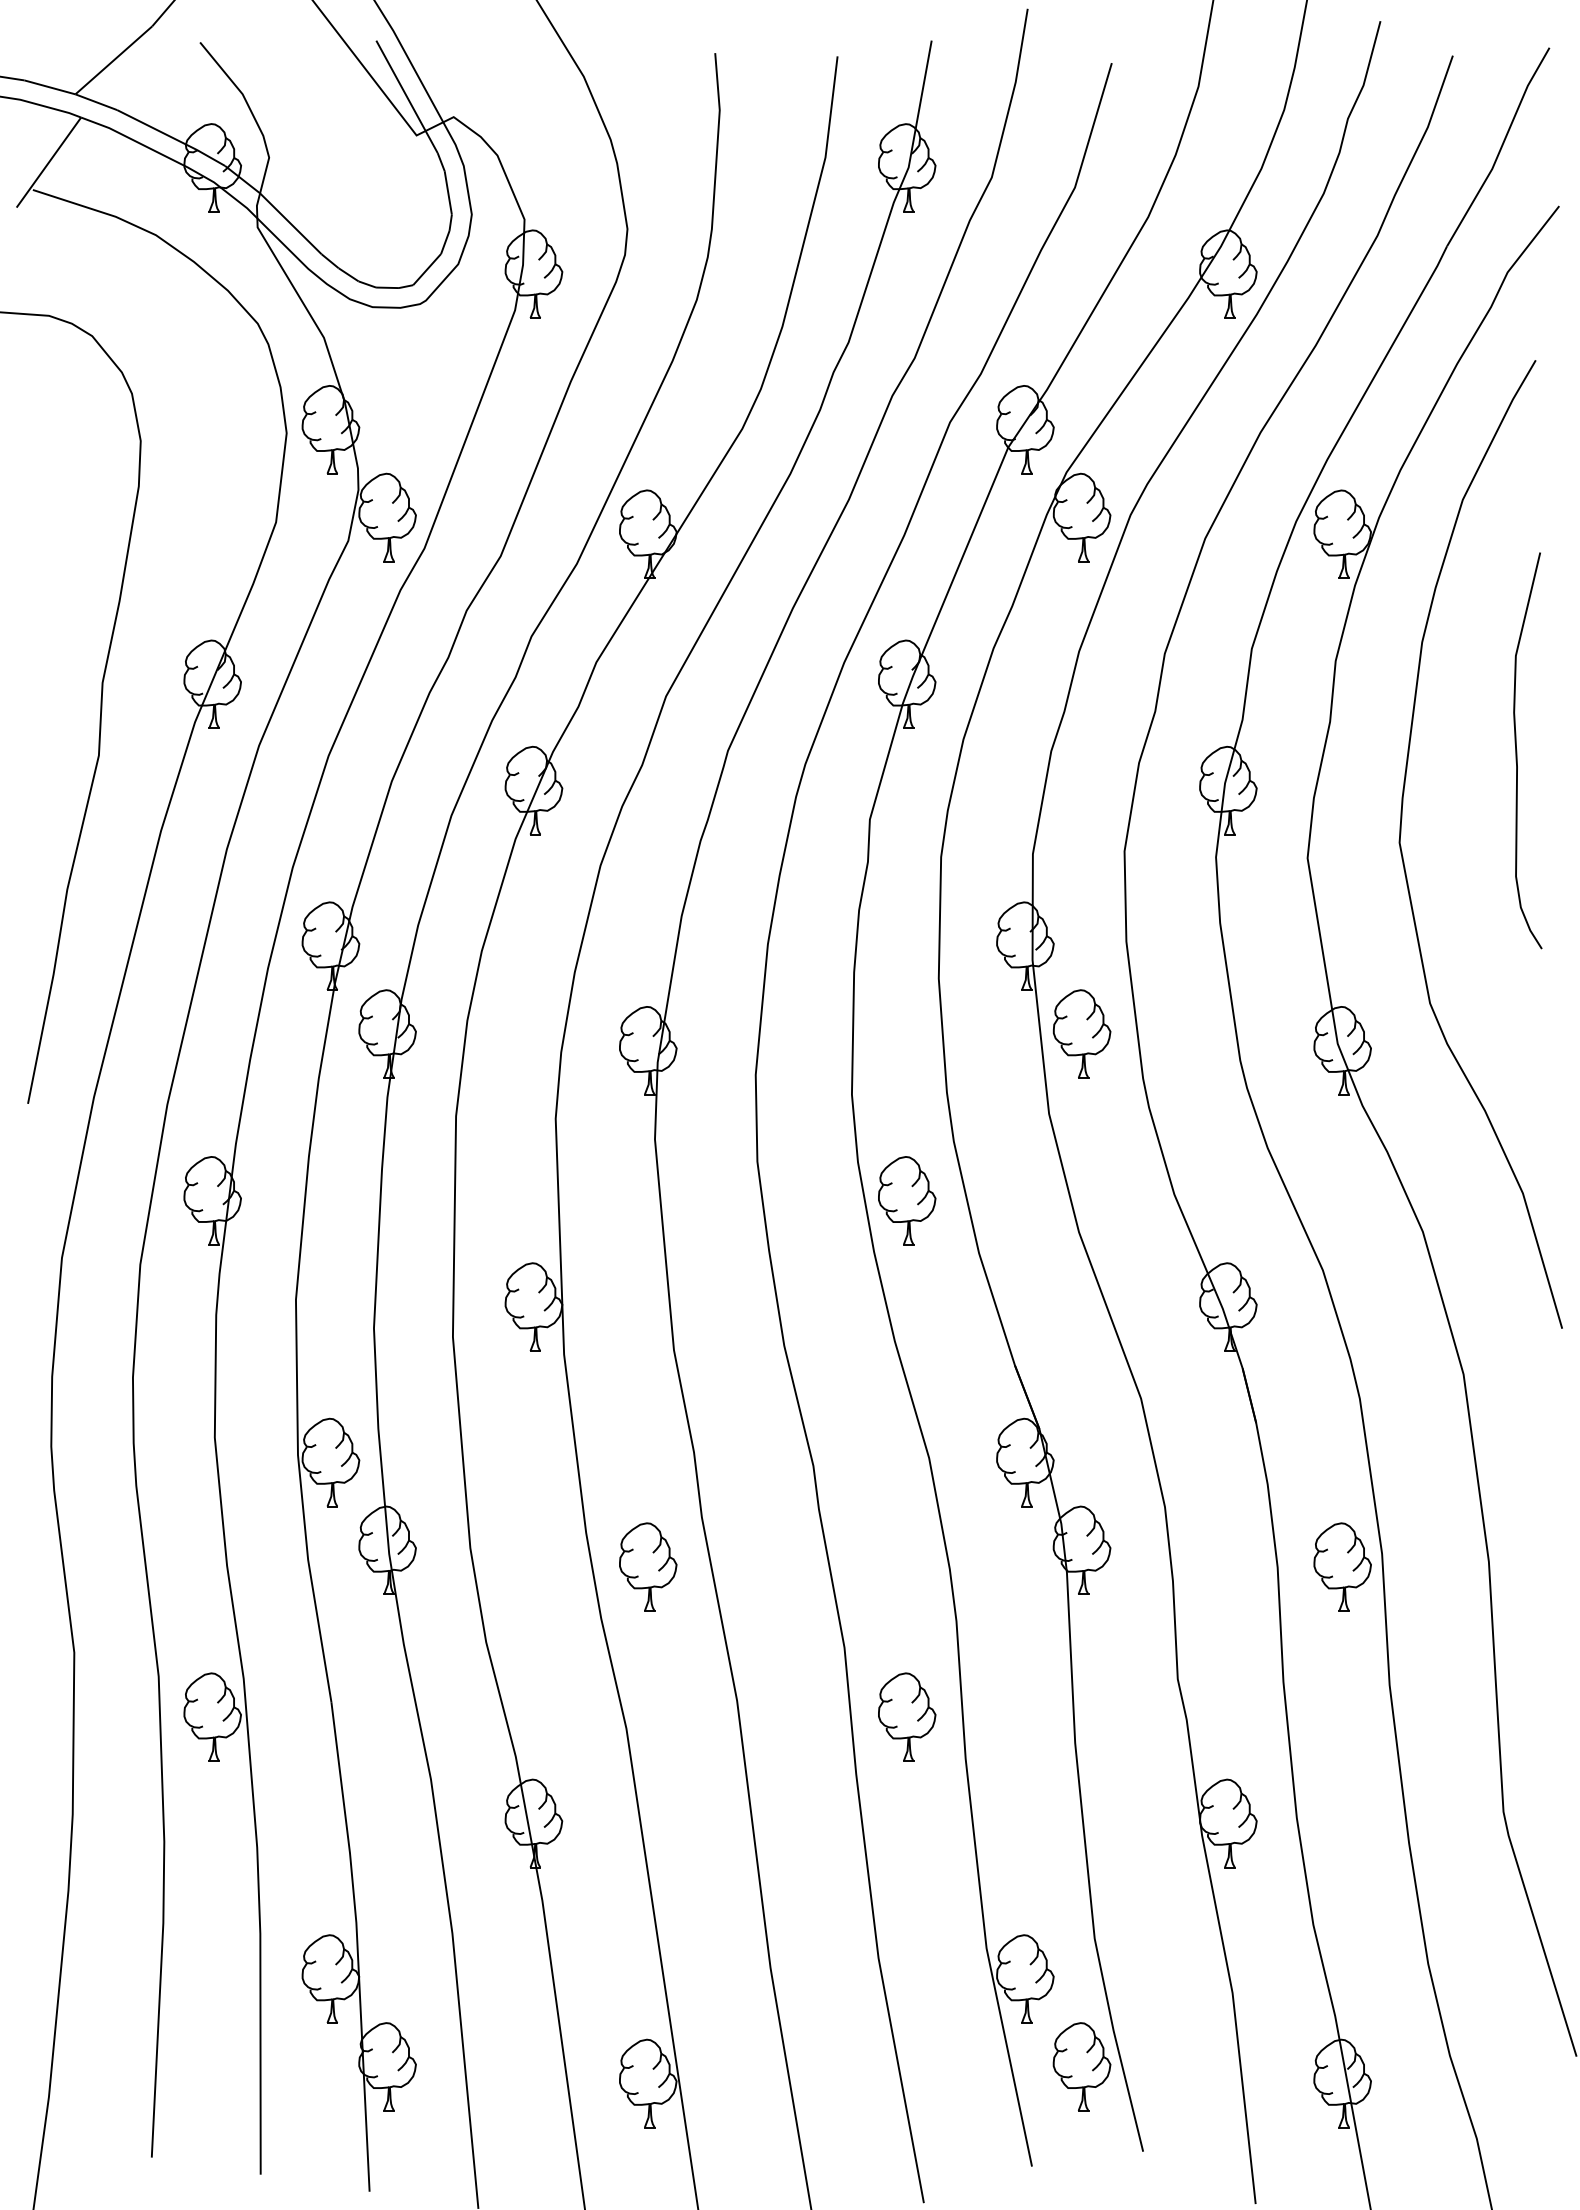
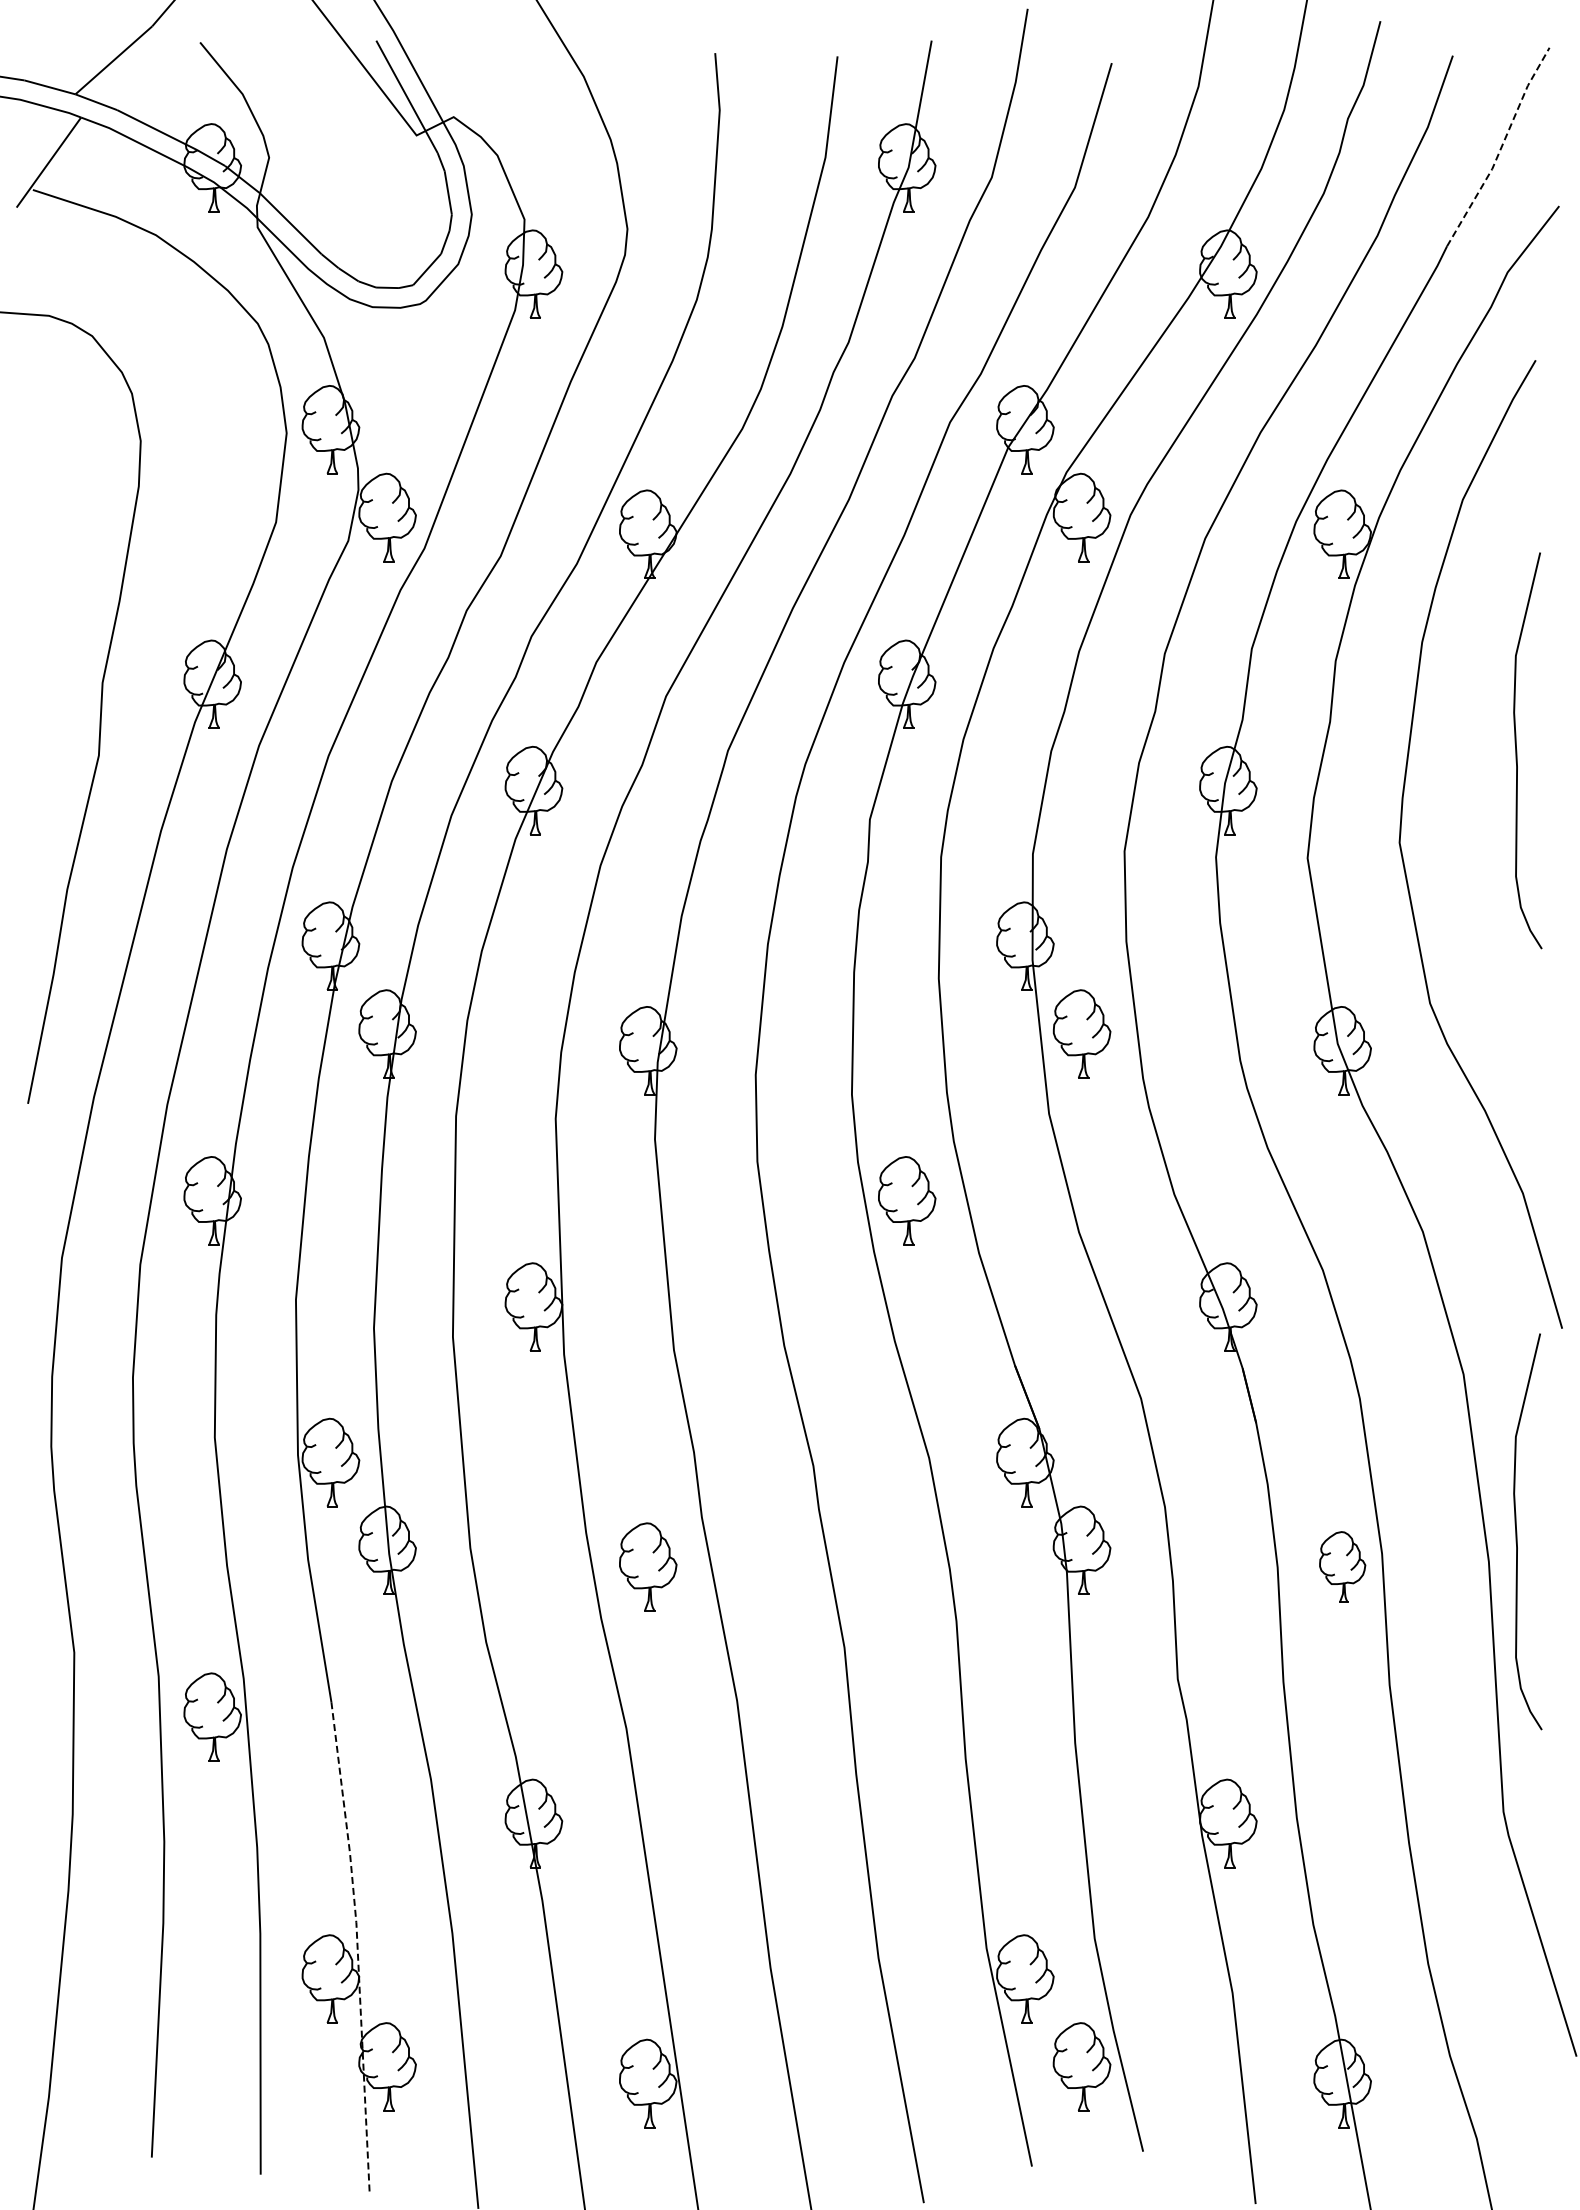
line at (1501, 148): solid -> dashed
curve at (1517, 1531): none -> present
part at (1342, 1566) size: 59x90 px -> 48x72 px
part at (907, 1716): present -> none
line at (357, 1945): solid -> dashed
